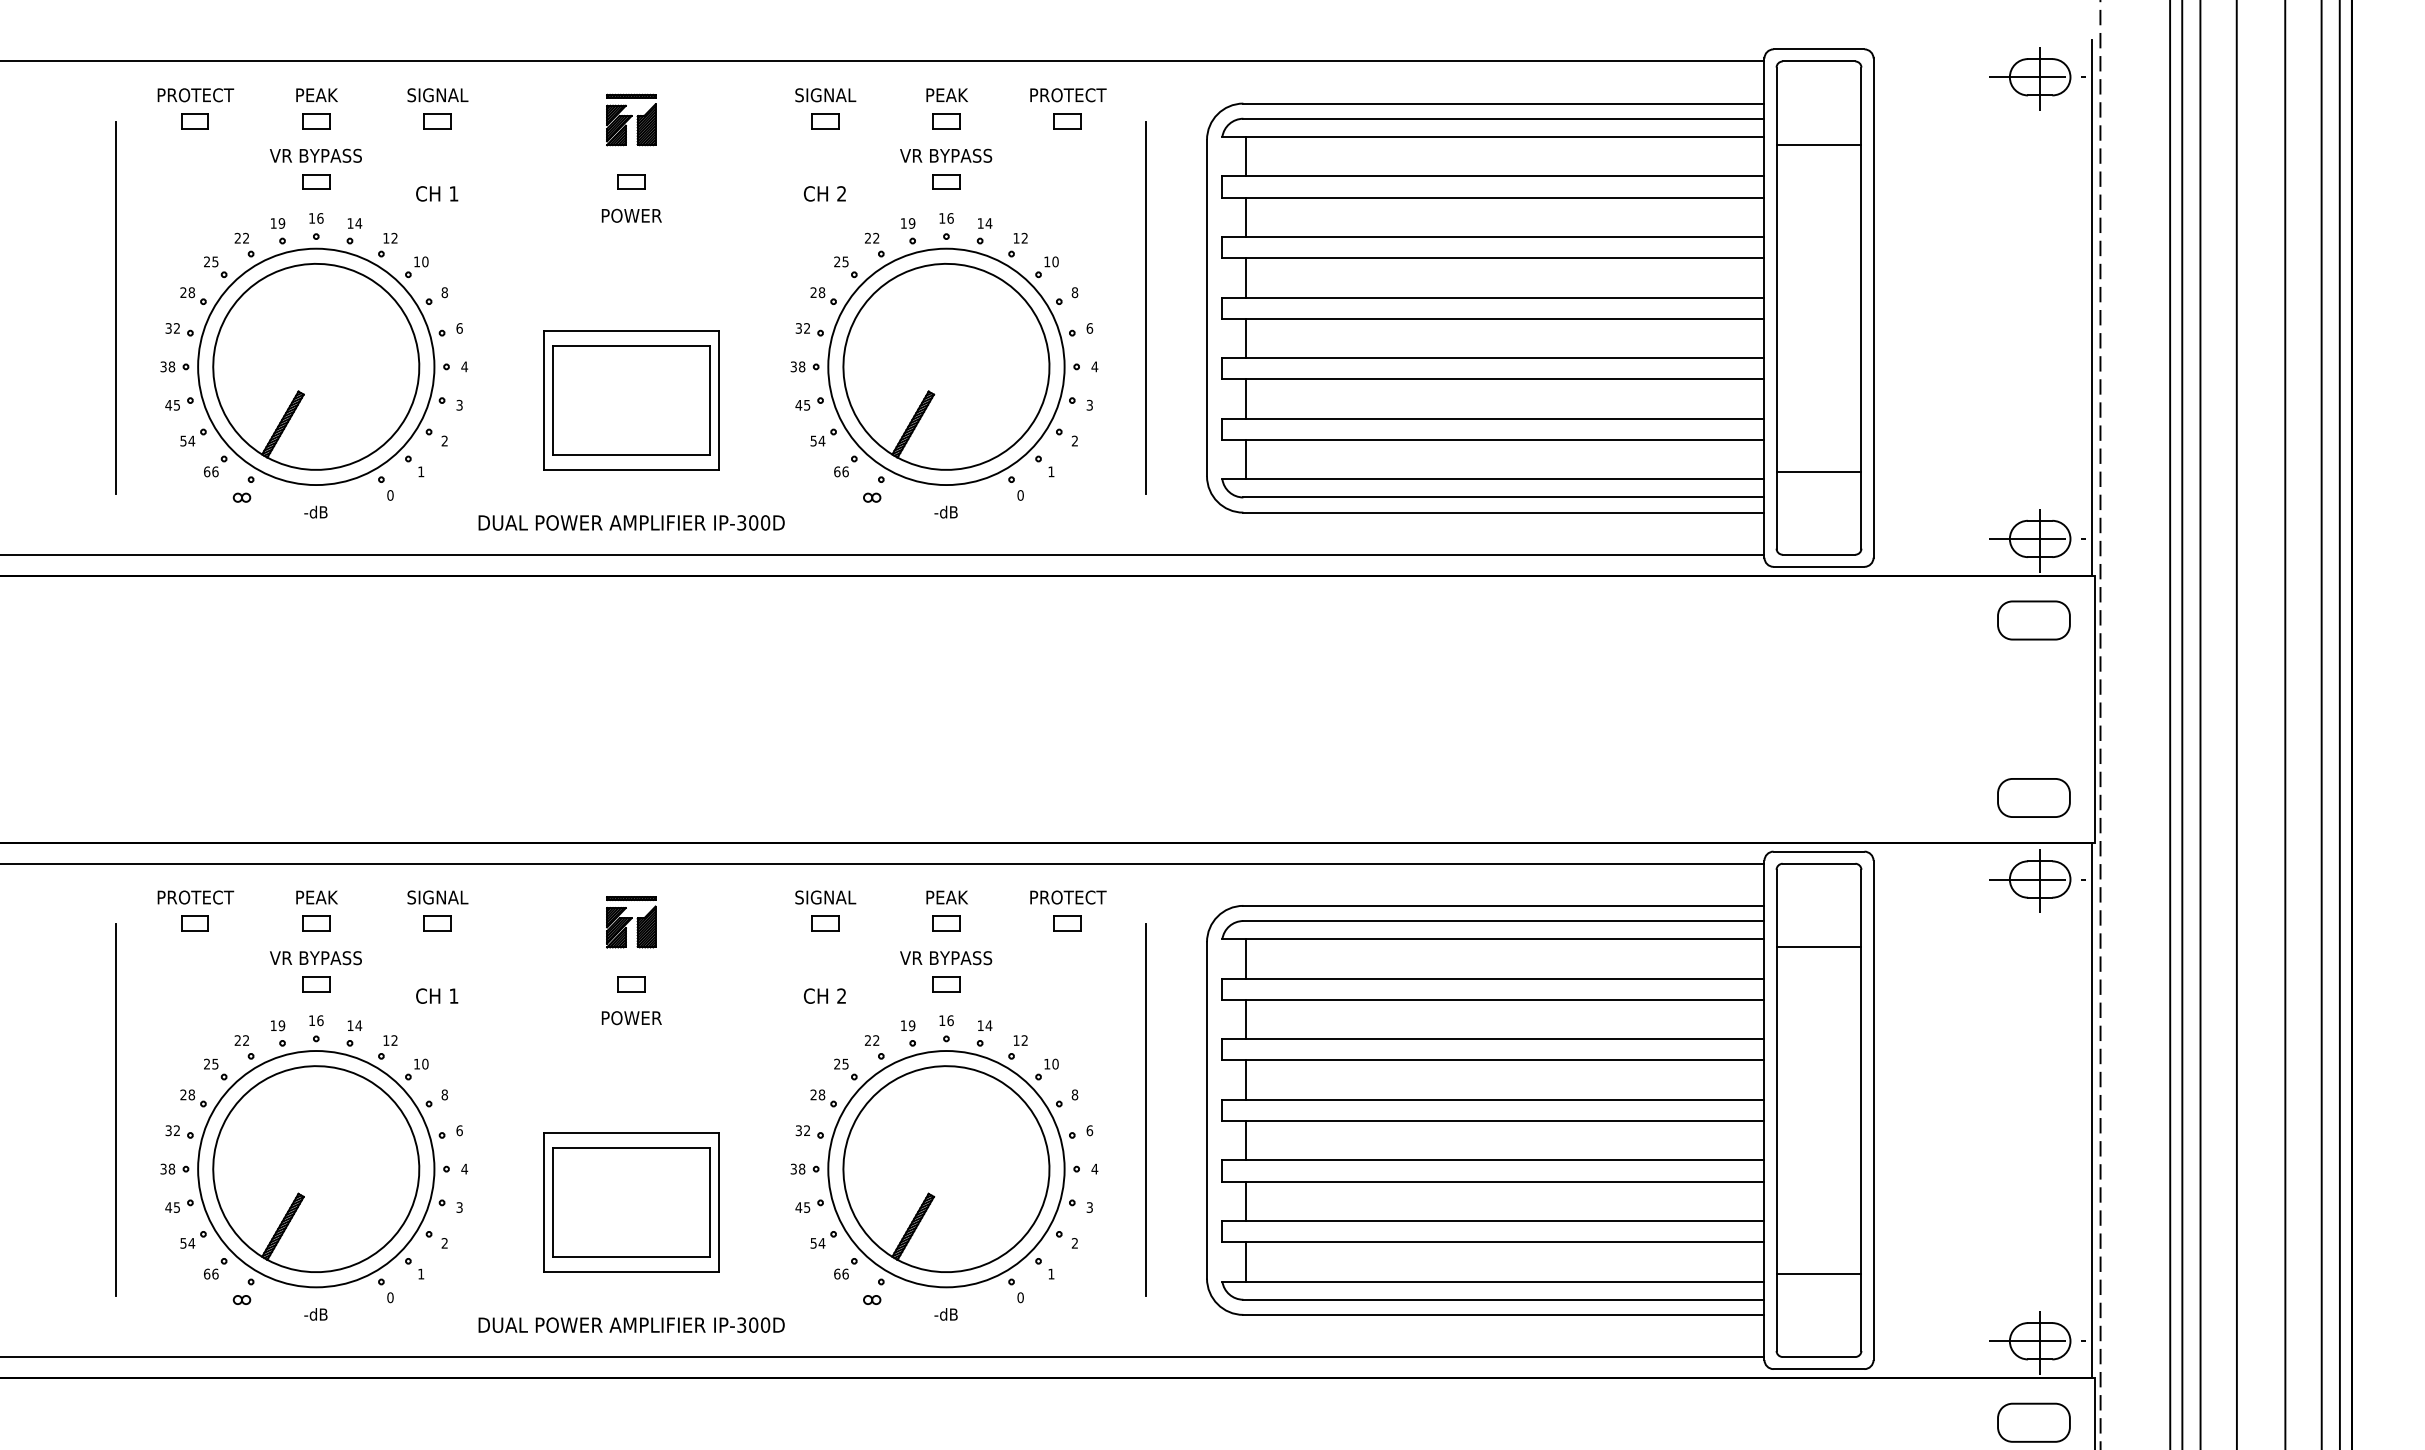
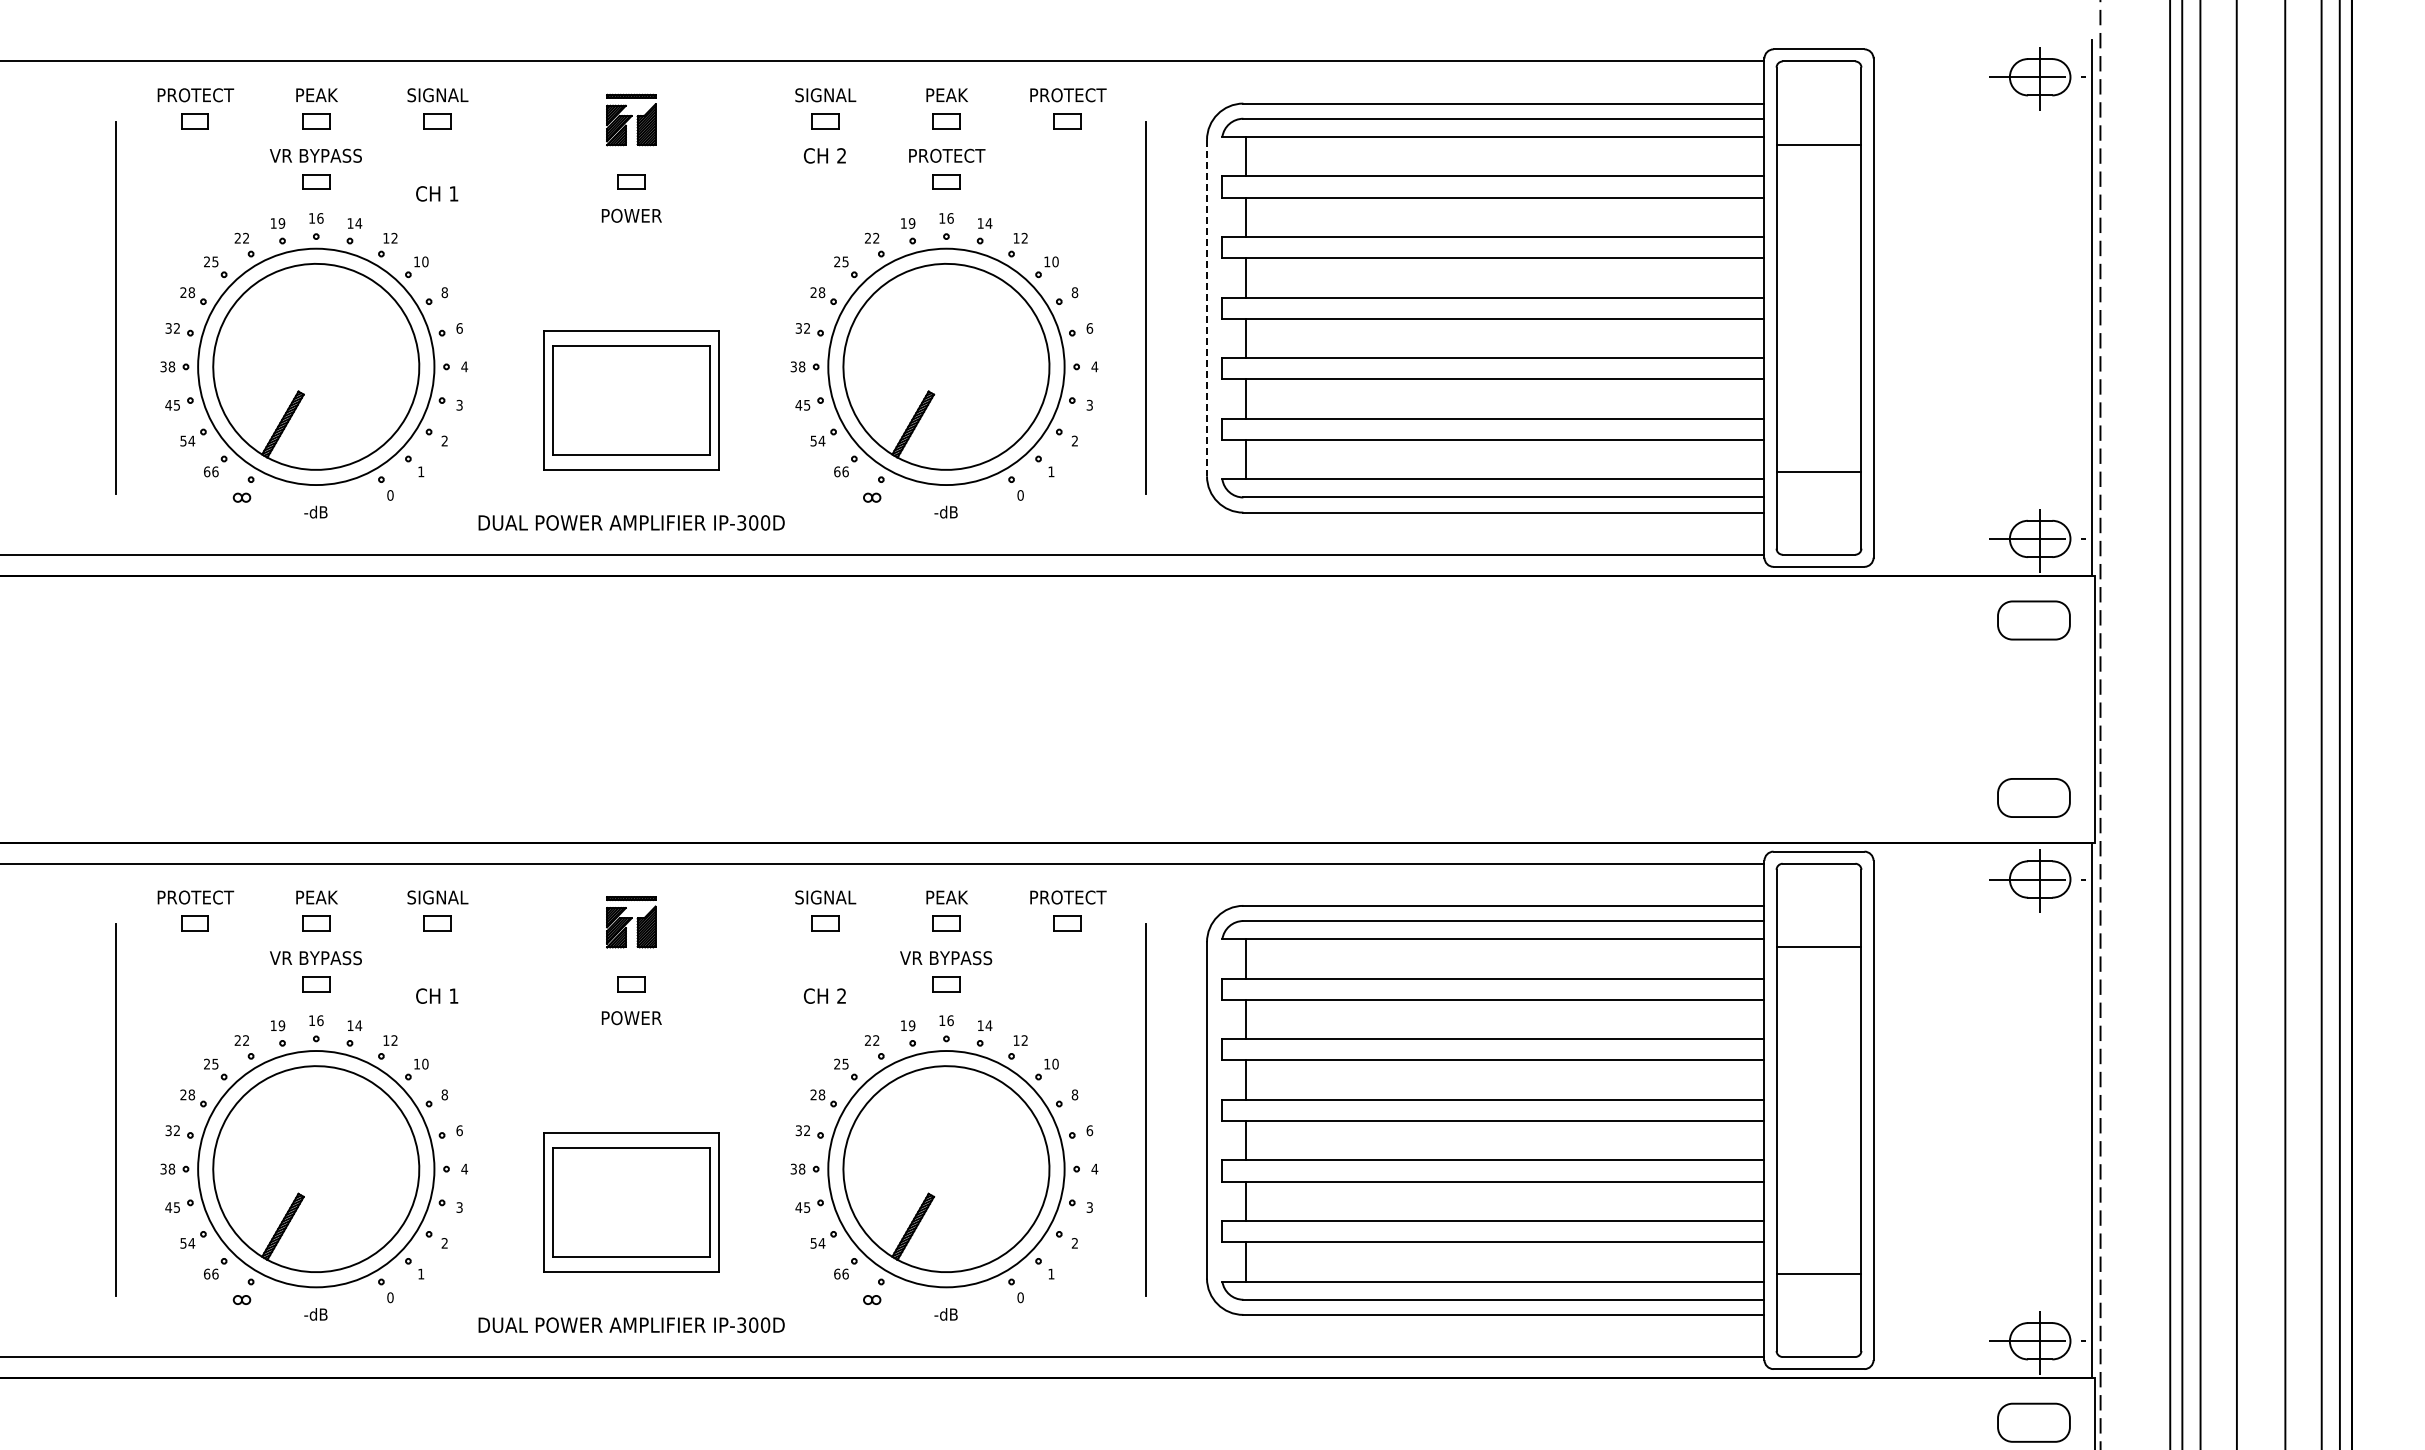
text at (946, 155): VR BYPASS -> PROTECT
text at (824, 193) position: (824, 193) -> (824, 155)
line at (1207, 308): solid -> dashed
